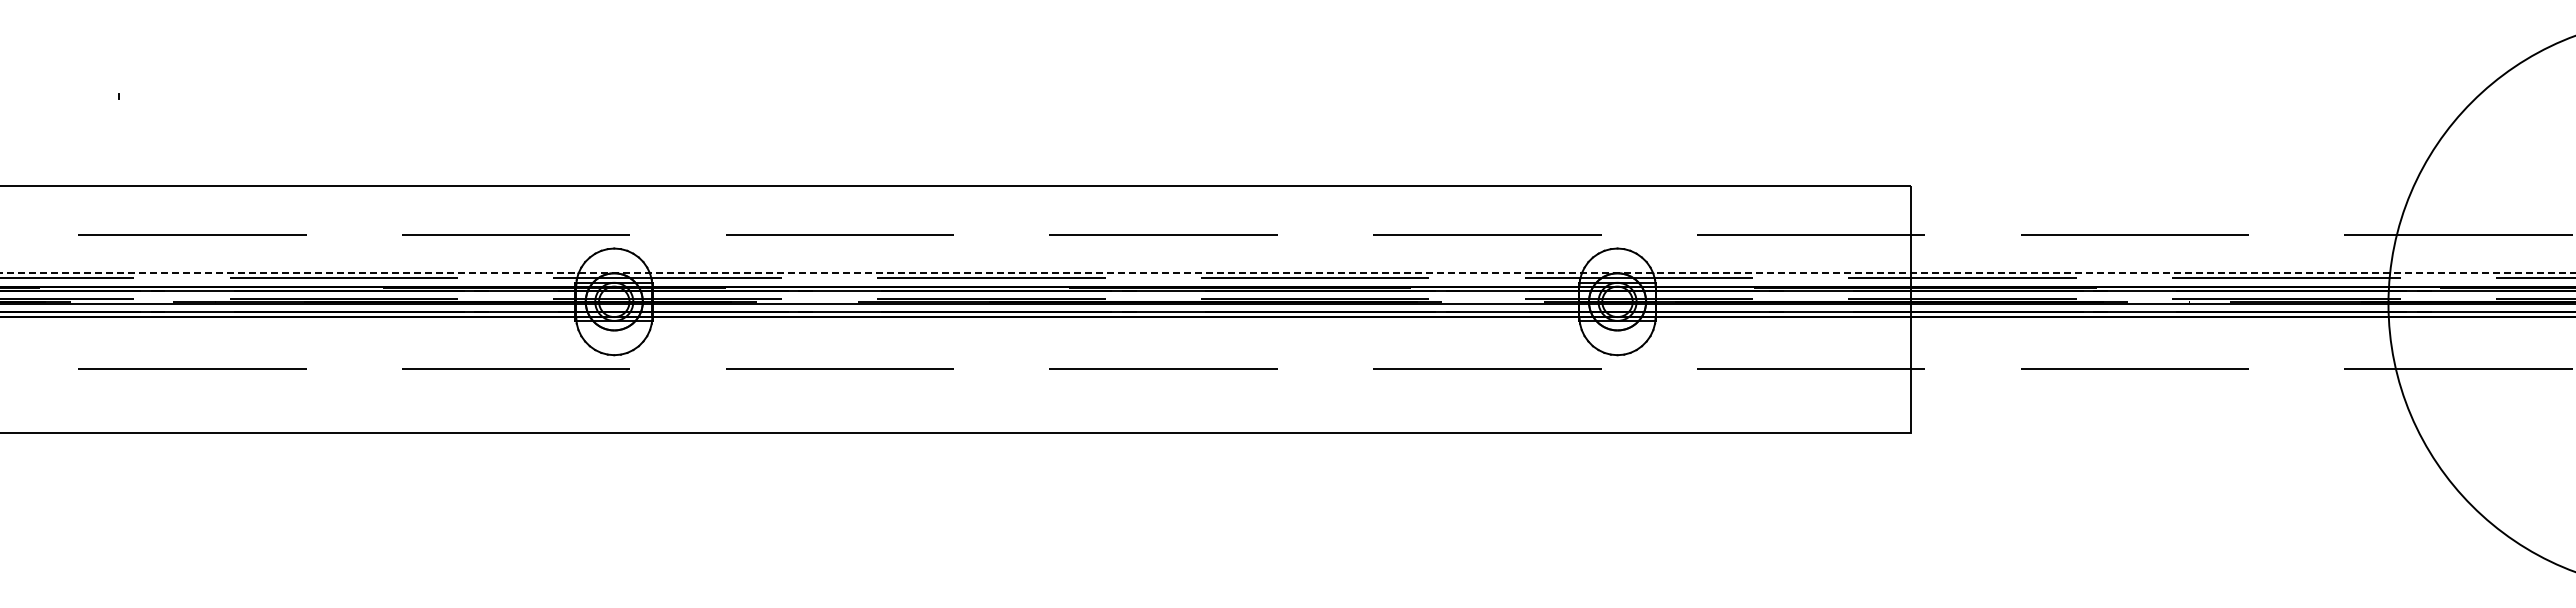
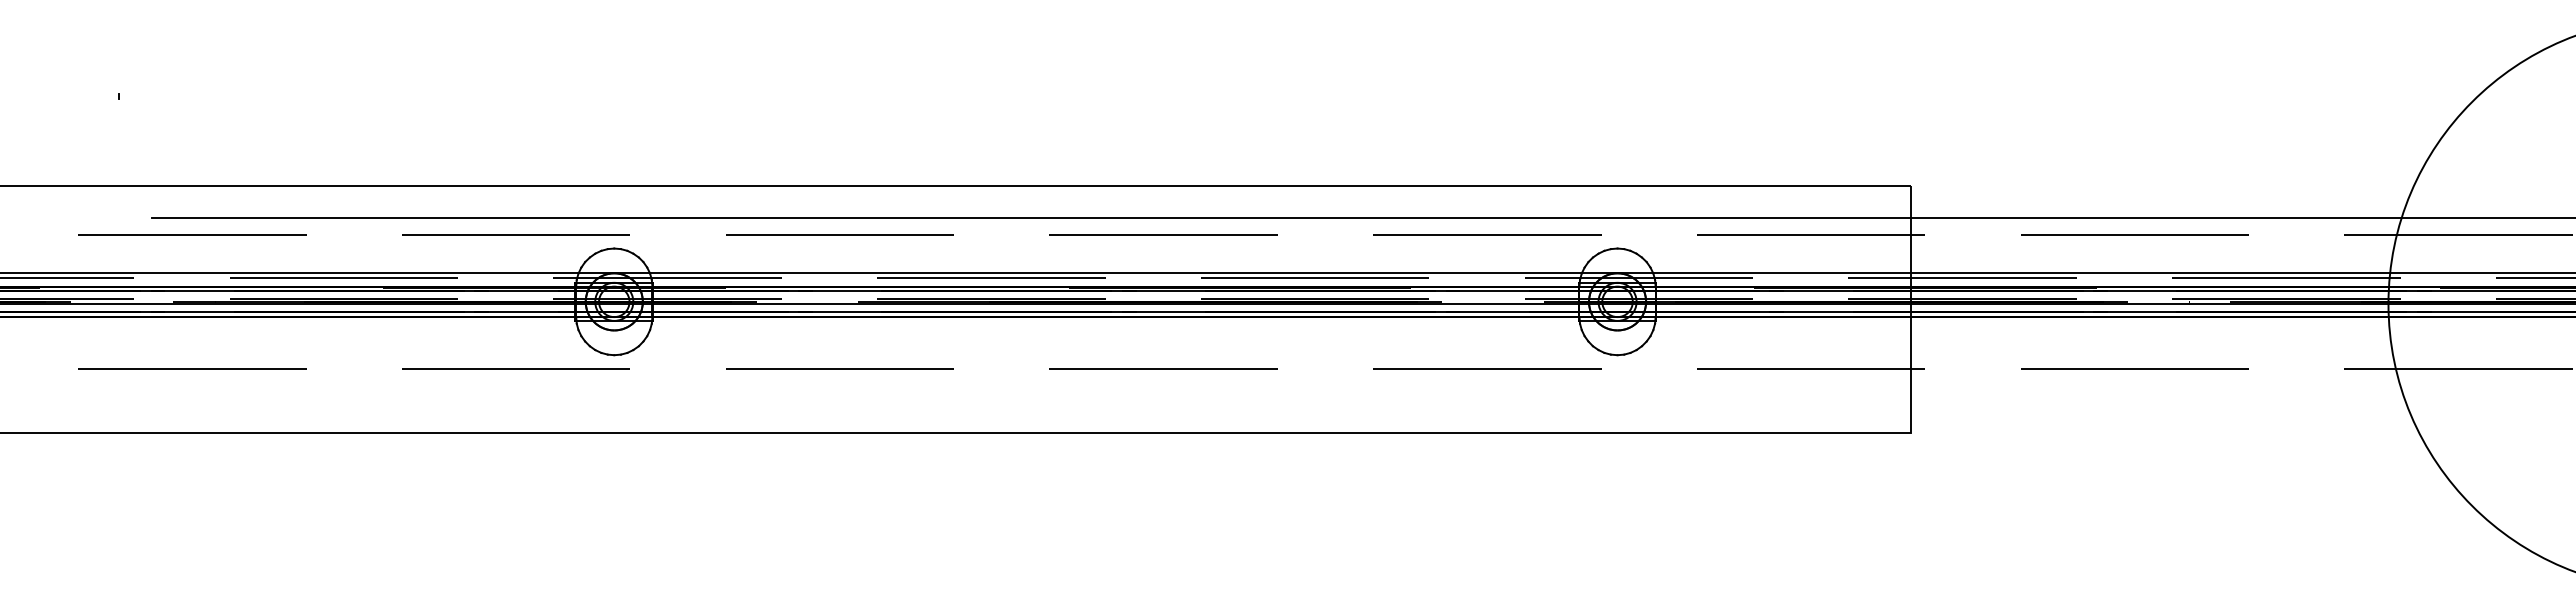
line at (1362, 217): none -> present
line at (1287, 273): dashed -> solid
